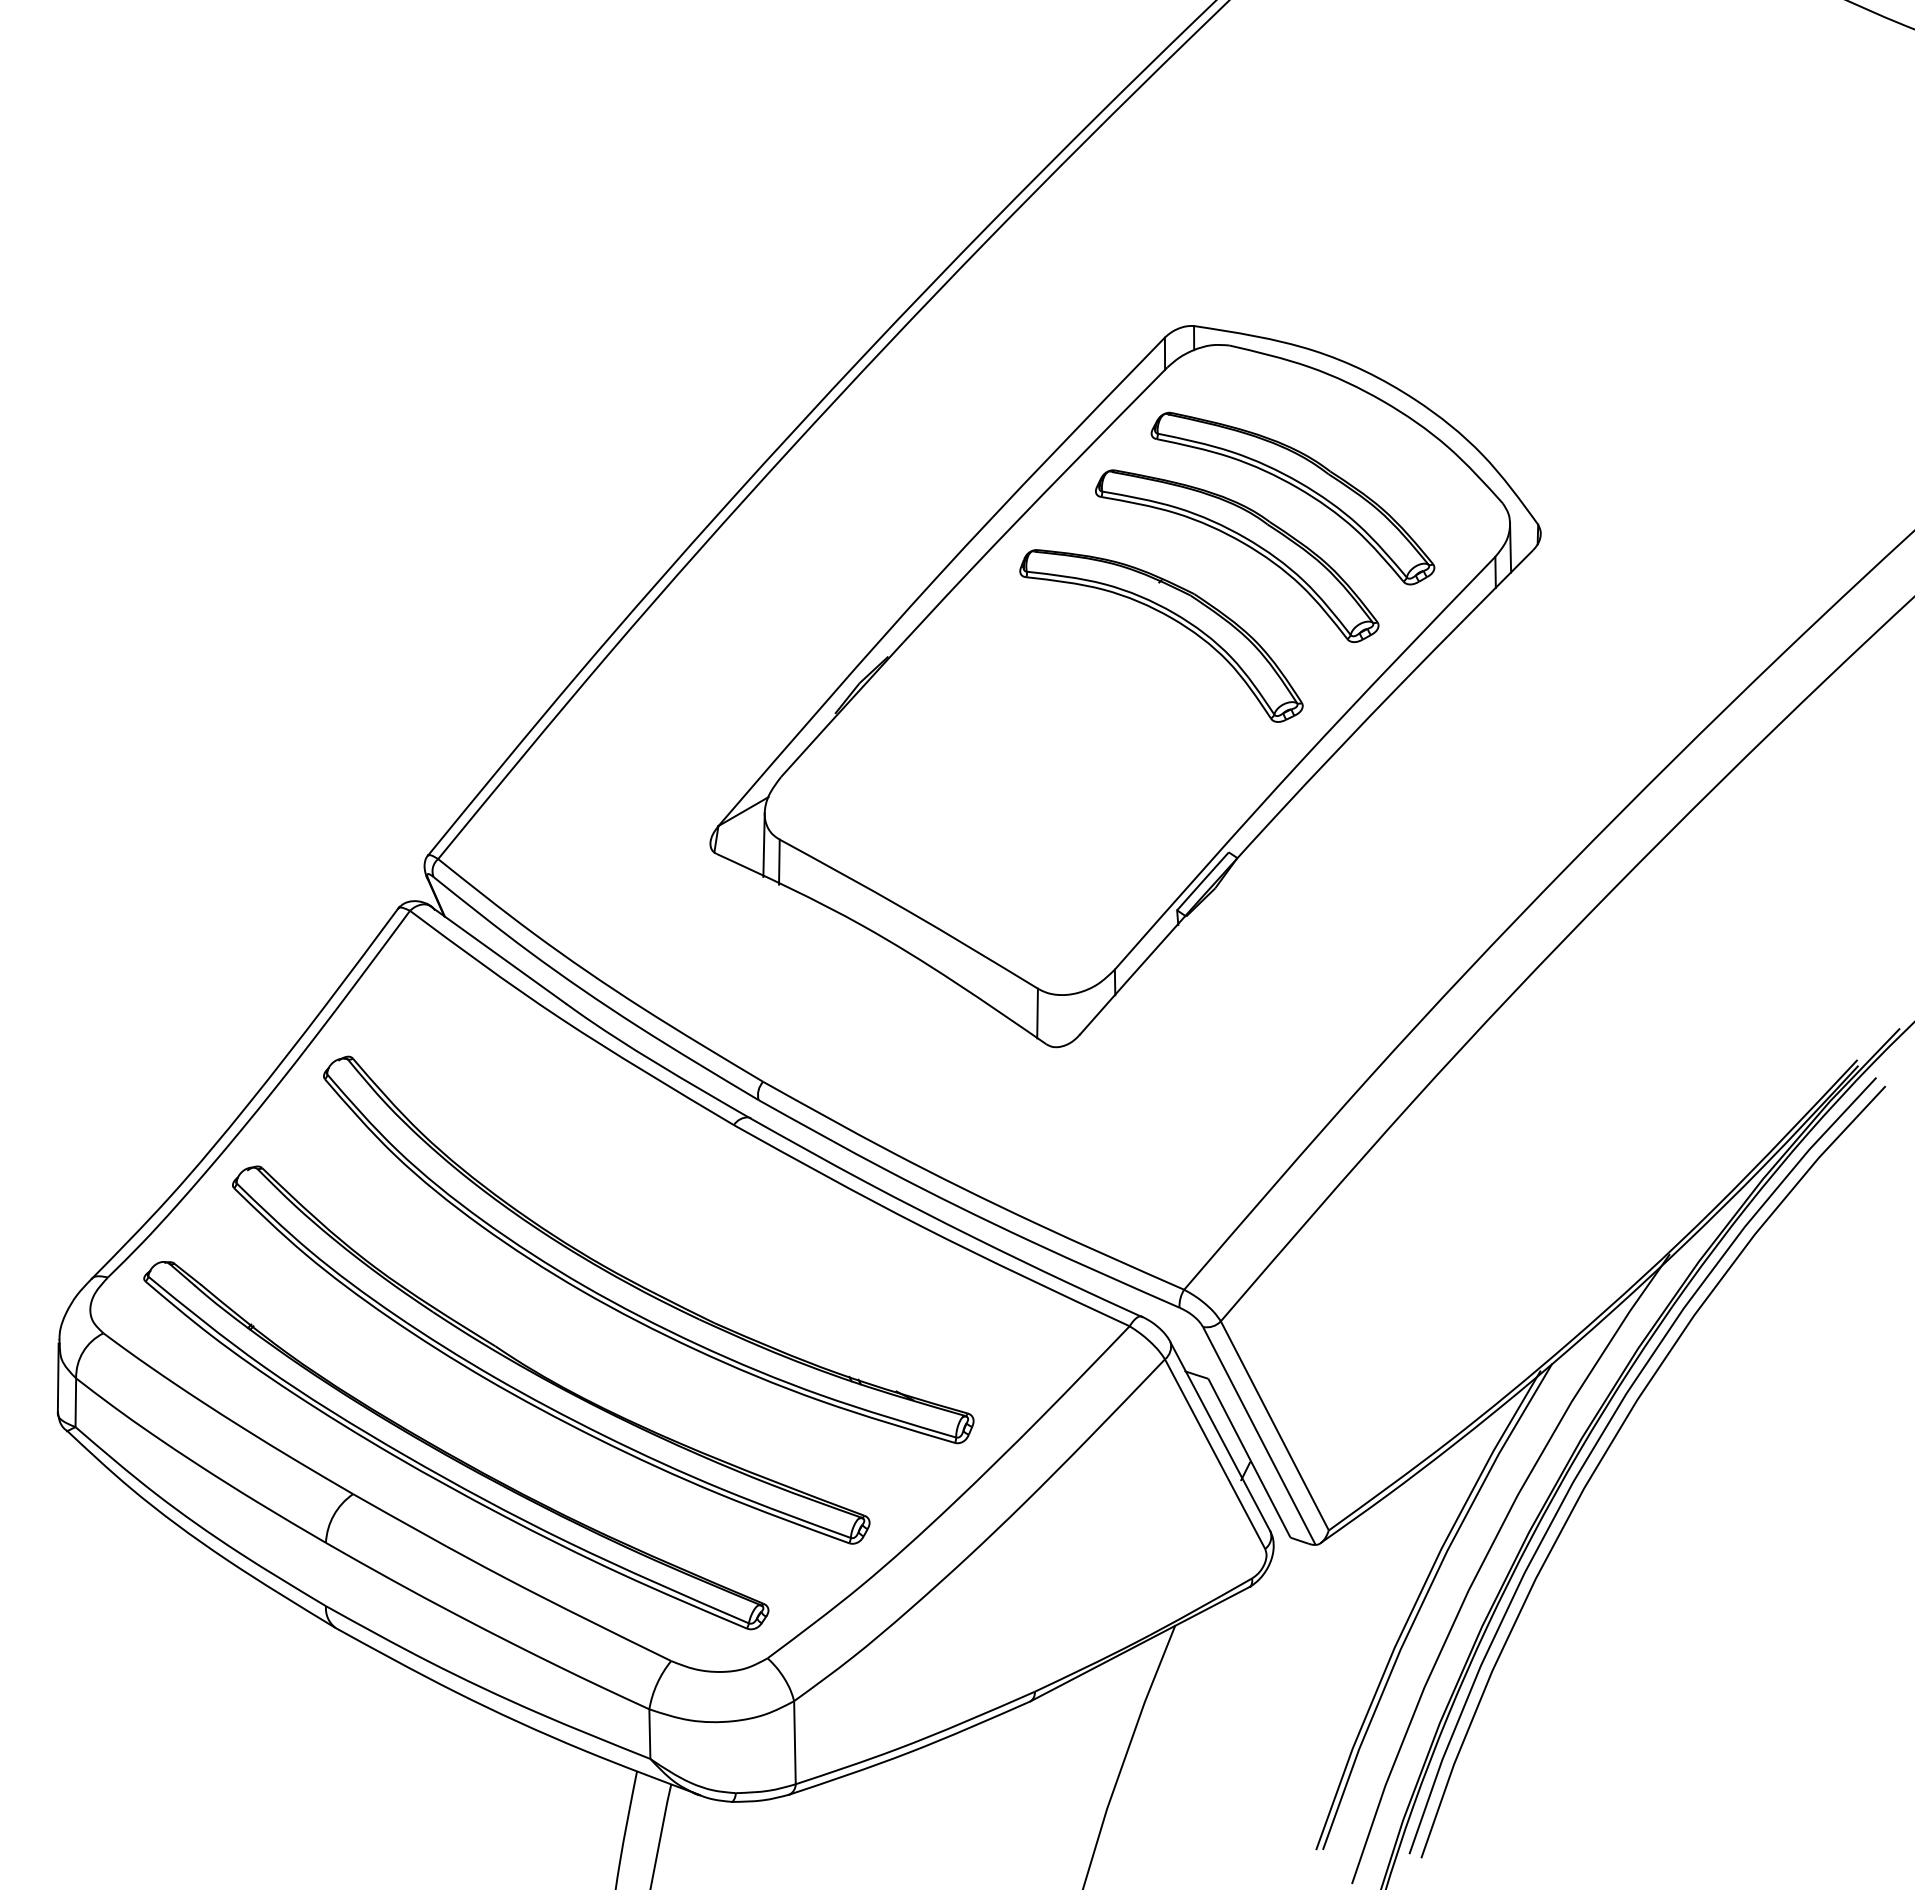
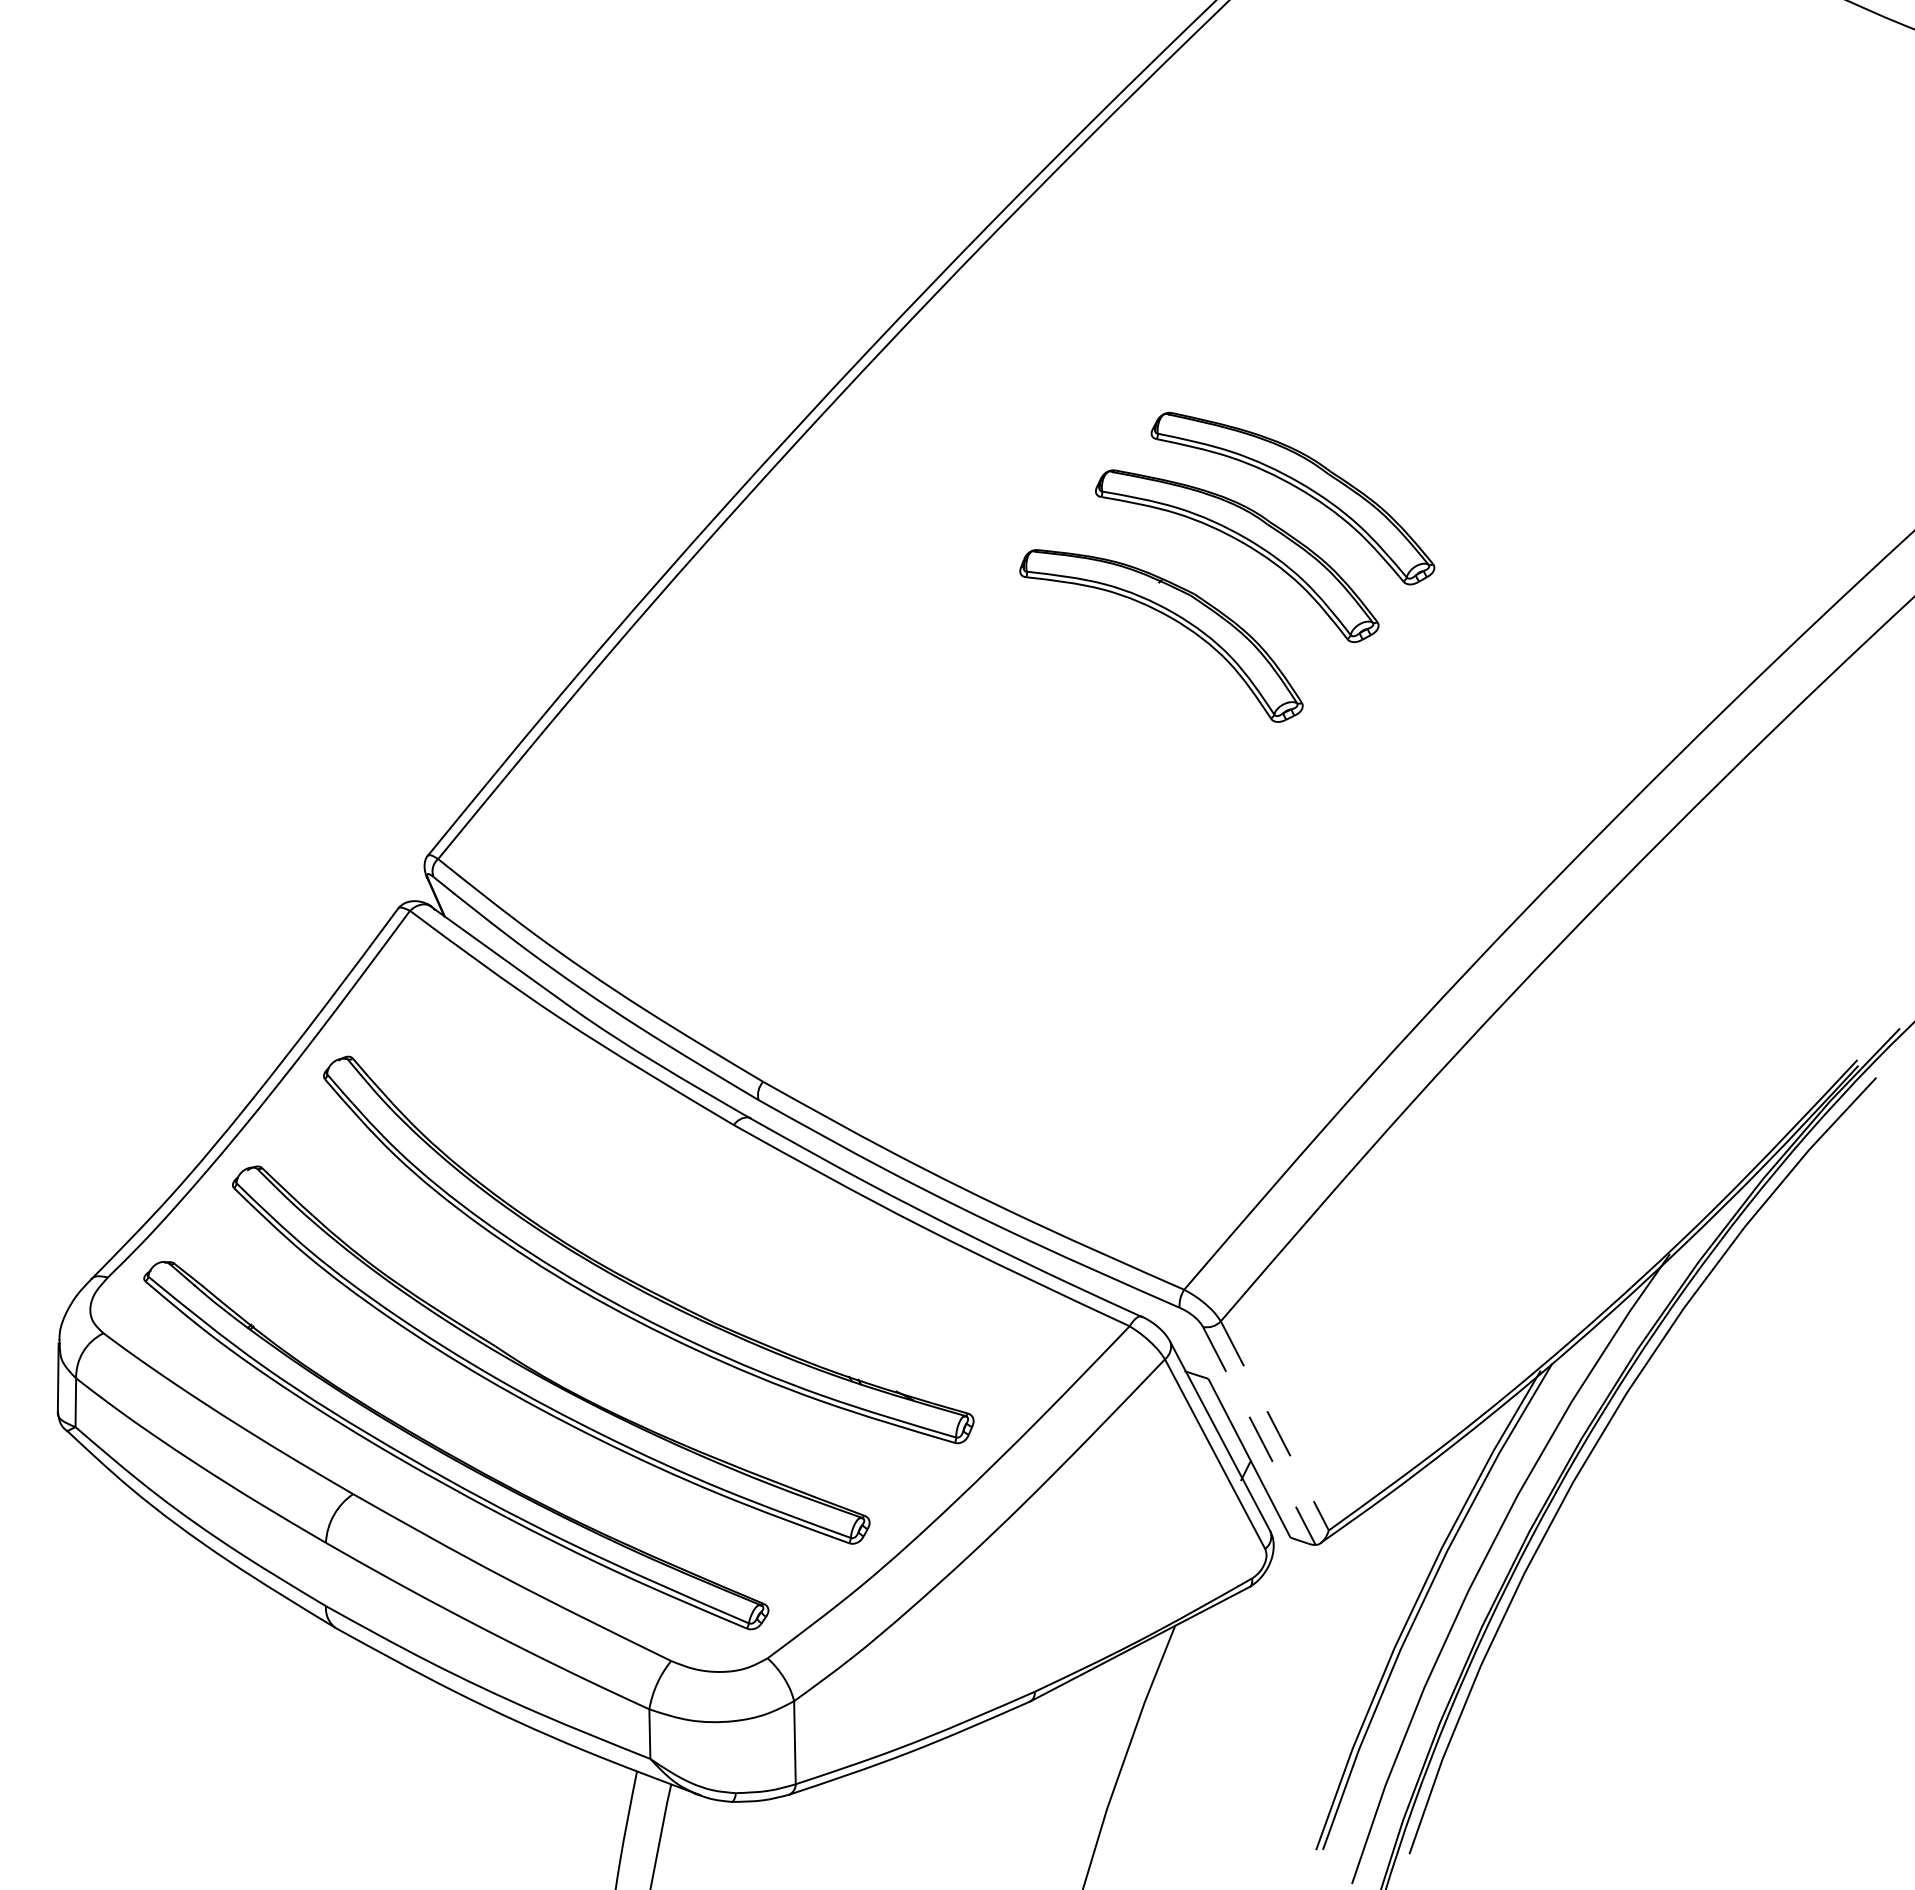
part at (1125, 686): present -> none
line at (1275, 1426): solid -> dashed
line at (1259, 1436): solid -> dashed
curve at (1611, 1445): present -> none
